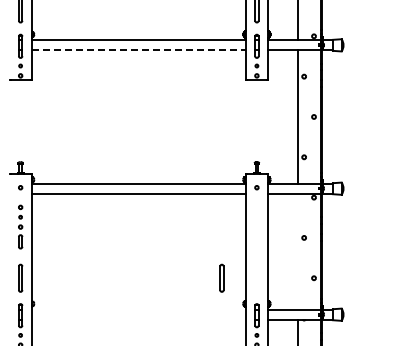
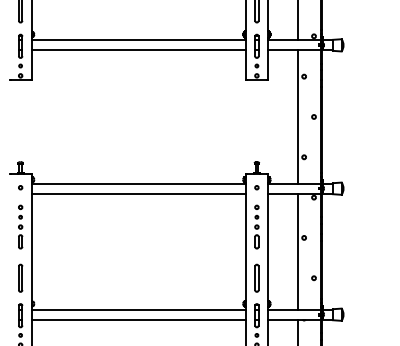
line at (139, 50): dashed -> solid
part at (256, 226): none -> present
line at (298, 251): none -> present
part at (221, 277) position: (221, 277) -> (256, 277)
line at (138, 309): none -> present
line at (138, 319): none -> present
